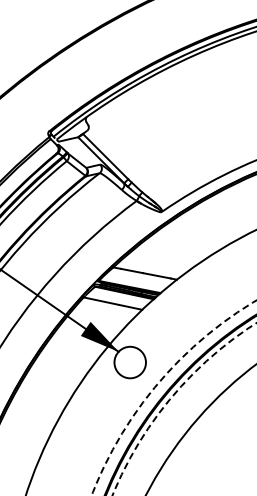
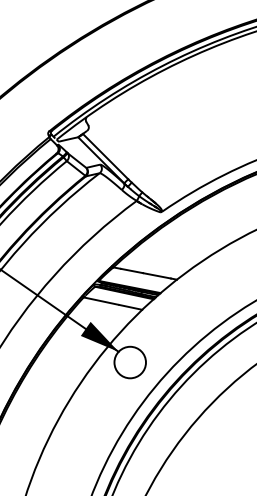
circle at (173, 397): dashed -> solid
circle at (184, 409): dashed -> solid
